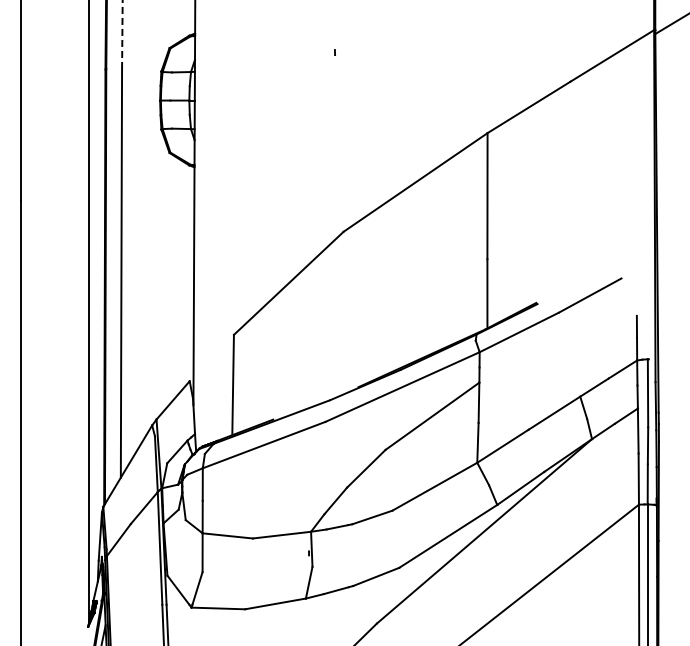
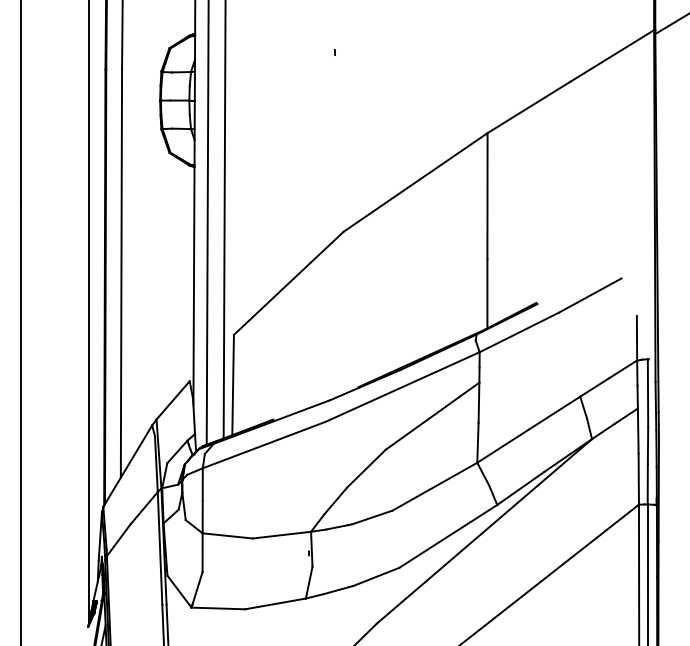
line at (122, 34): dashed -> solid
line at (224, 220): none -> present
line at (207, 223): none -> present
